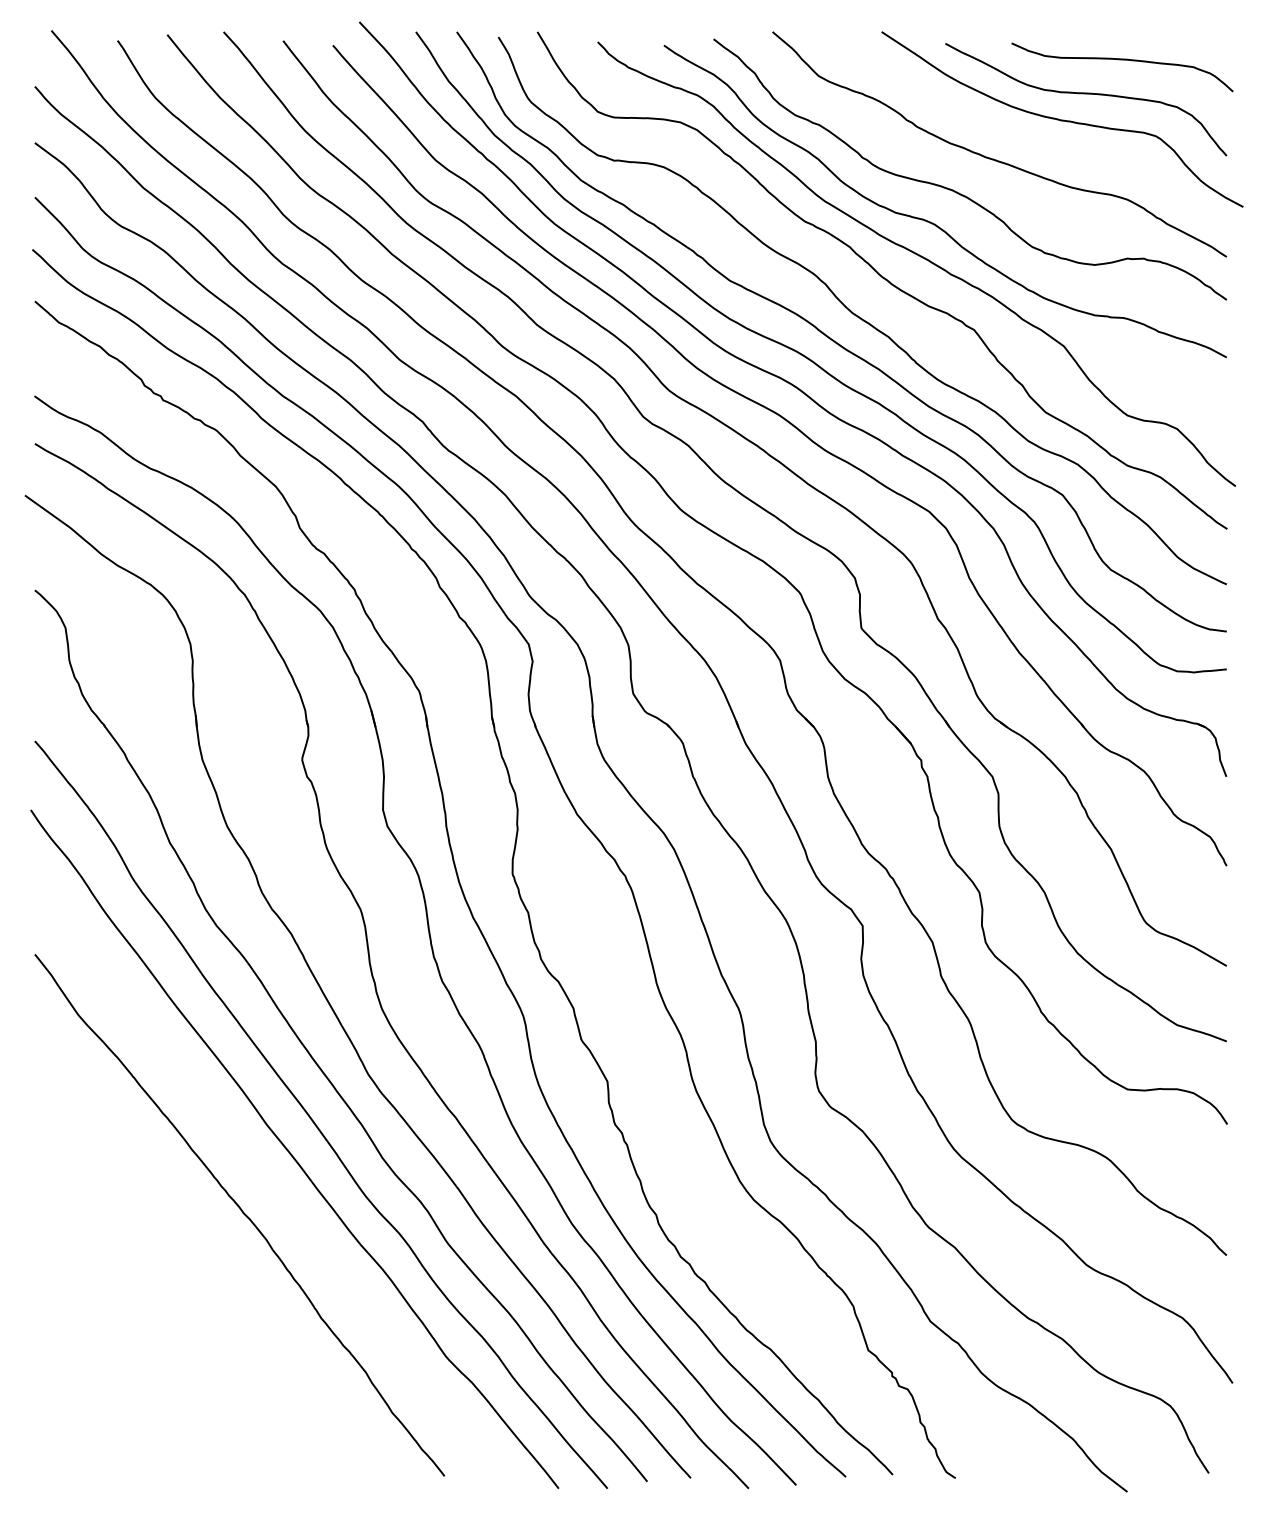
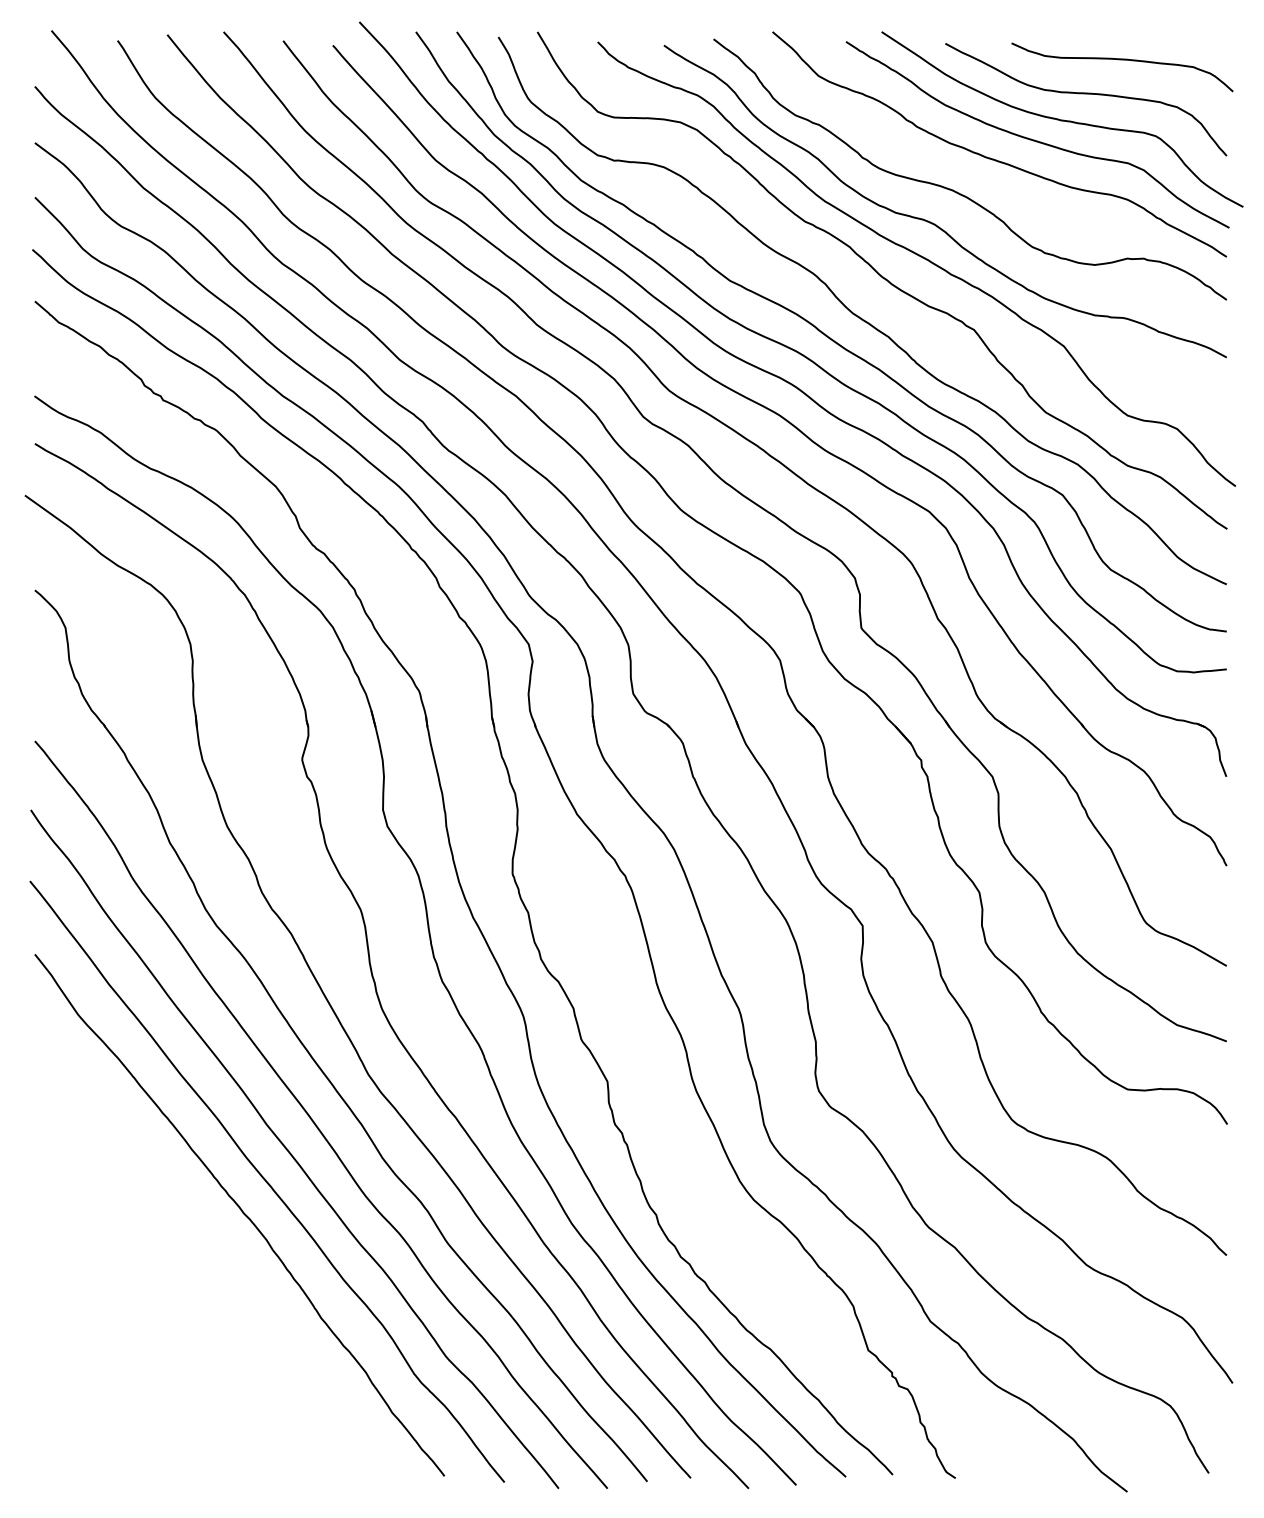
curve at (1034, 139): none -> present
curve at (267, 1181): none -> present
